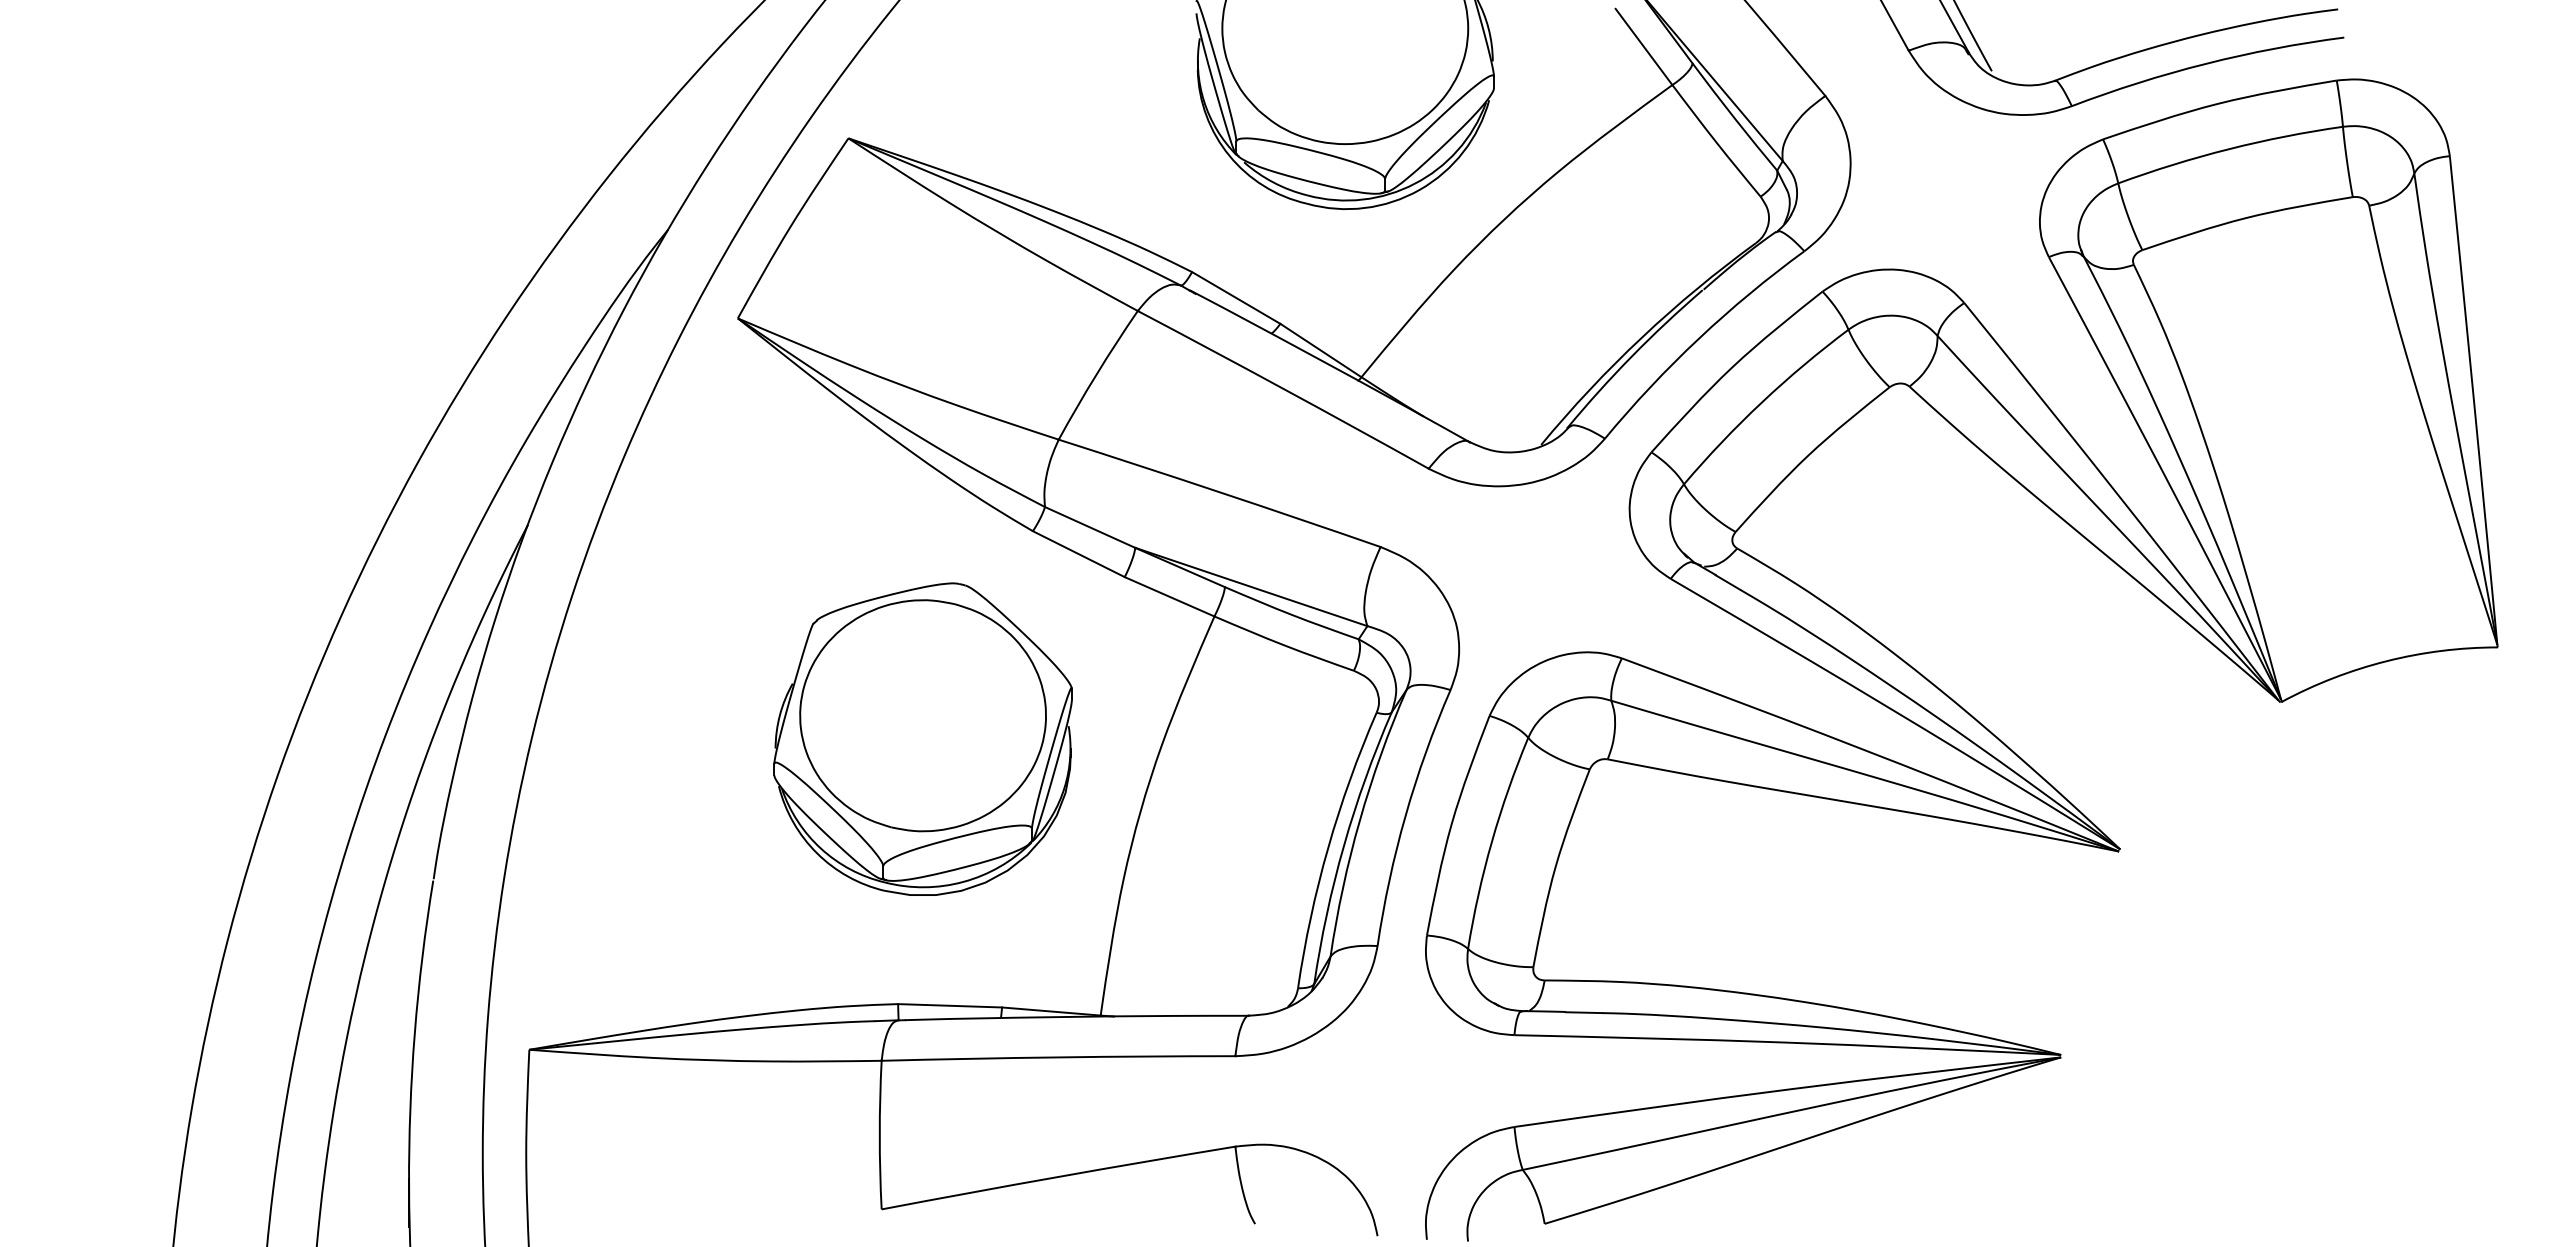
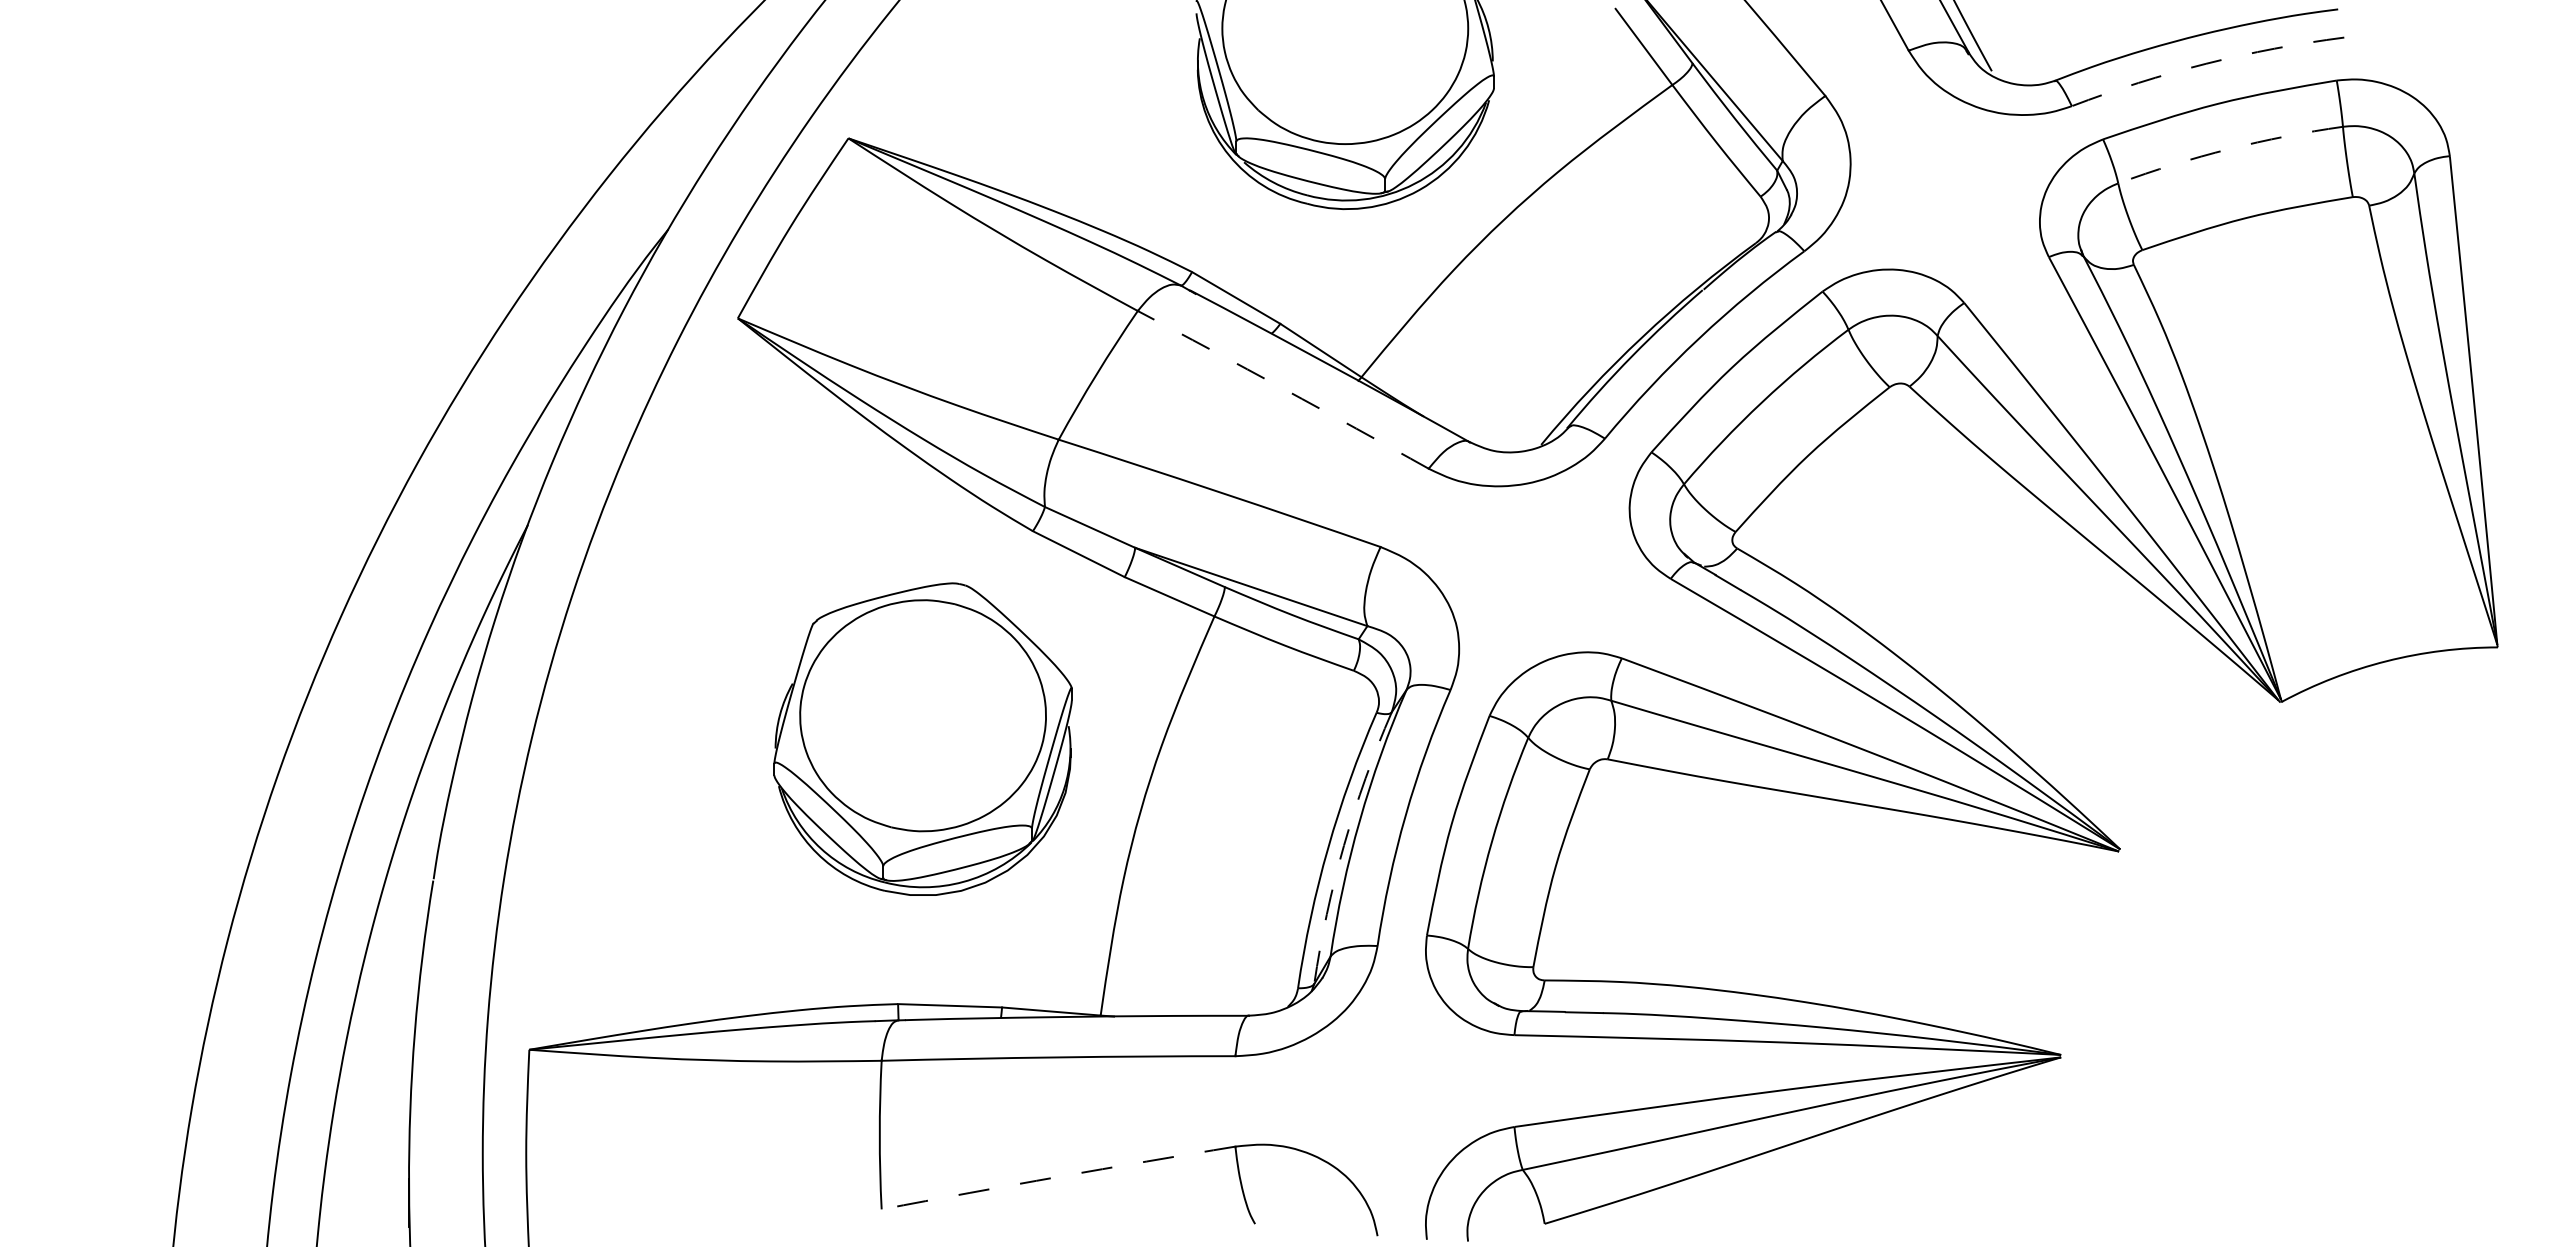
arc at (2206, 63): solid -> dashed
arc at (2229, 149): solid -> dashed
arc at (1283, 389): solid -> dashed
arc at (1344, 845): solid -> dashed
arc at (1058, 1176): solid -> dashed
